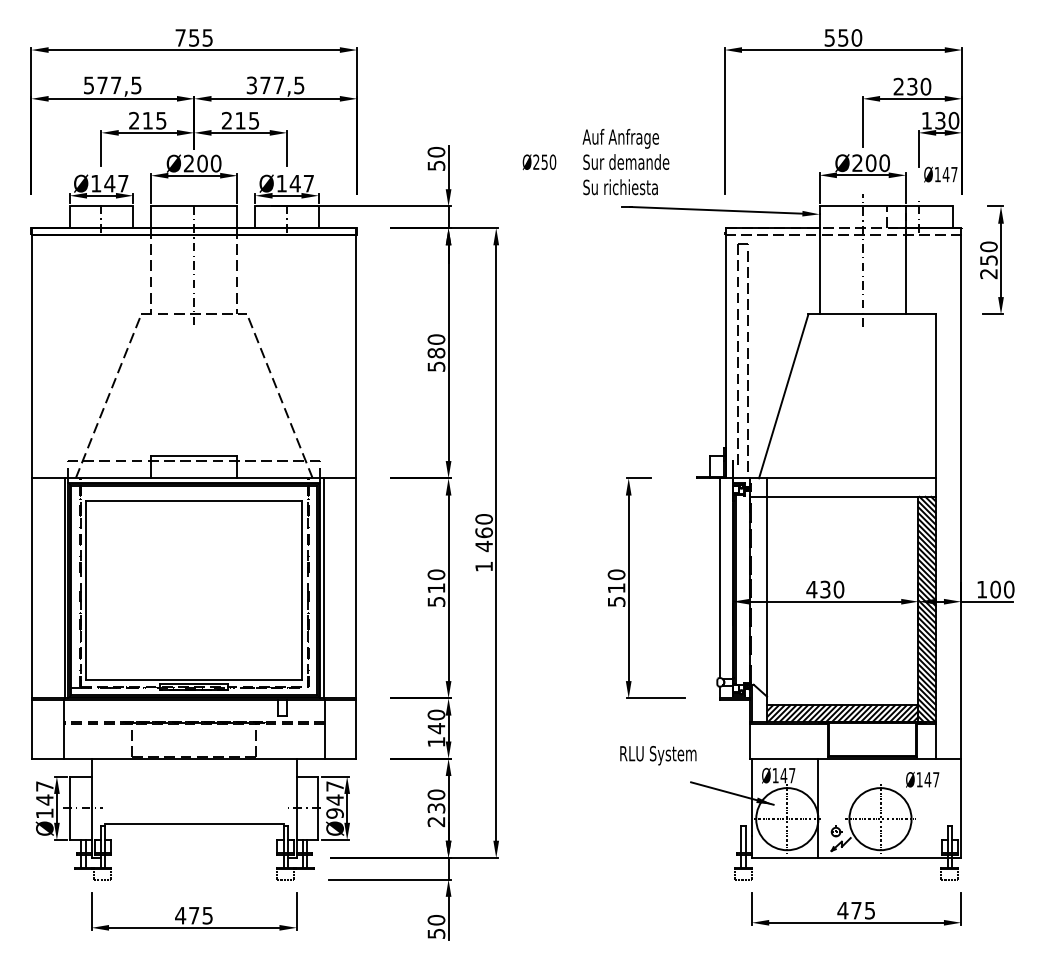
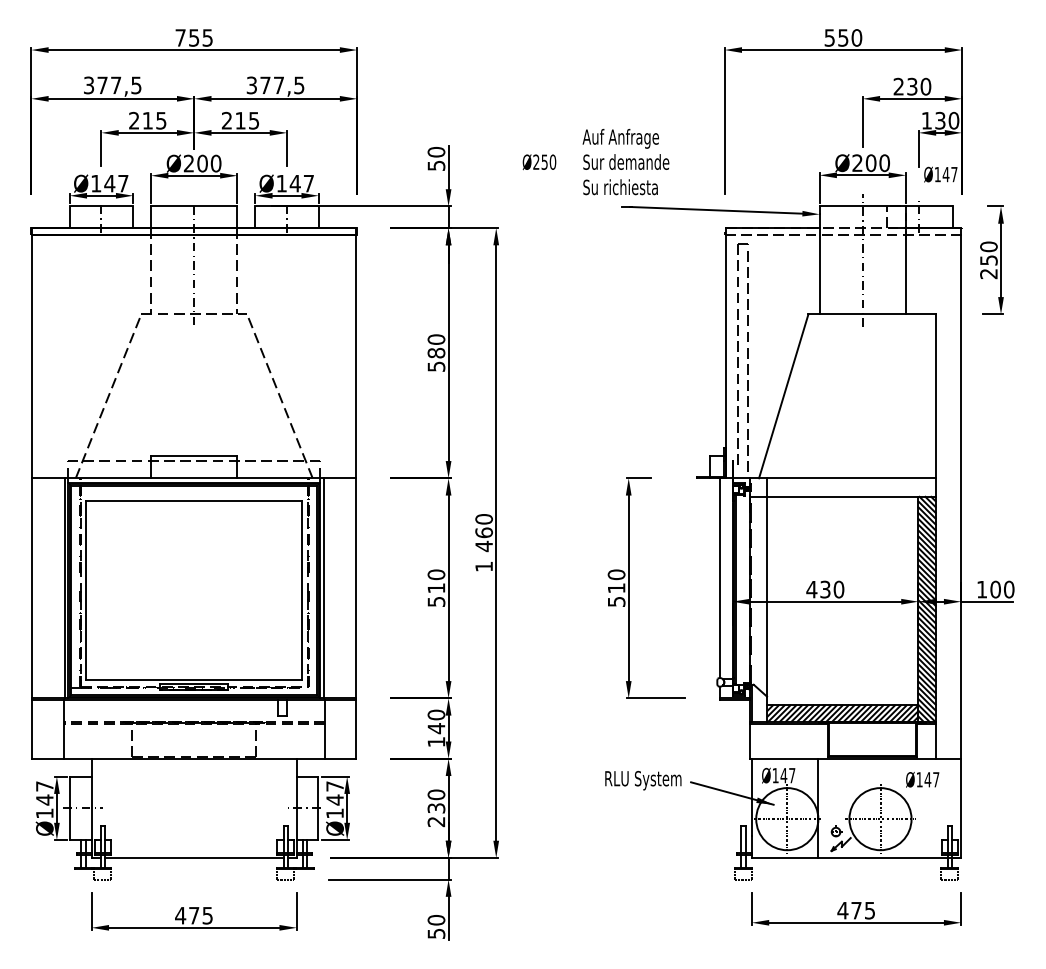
text at (89, 84): 577,5 -> 377,5
text at (658, 755) position: (658, 755) -> (643, 780)
text at (334, 813): Ø947 -> Ø147
line at (193, 823) position: (193, 823) -> (193, 857)
